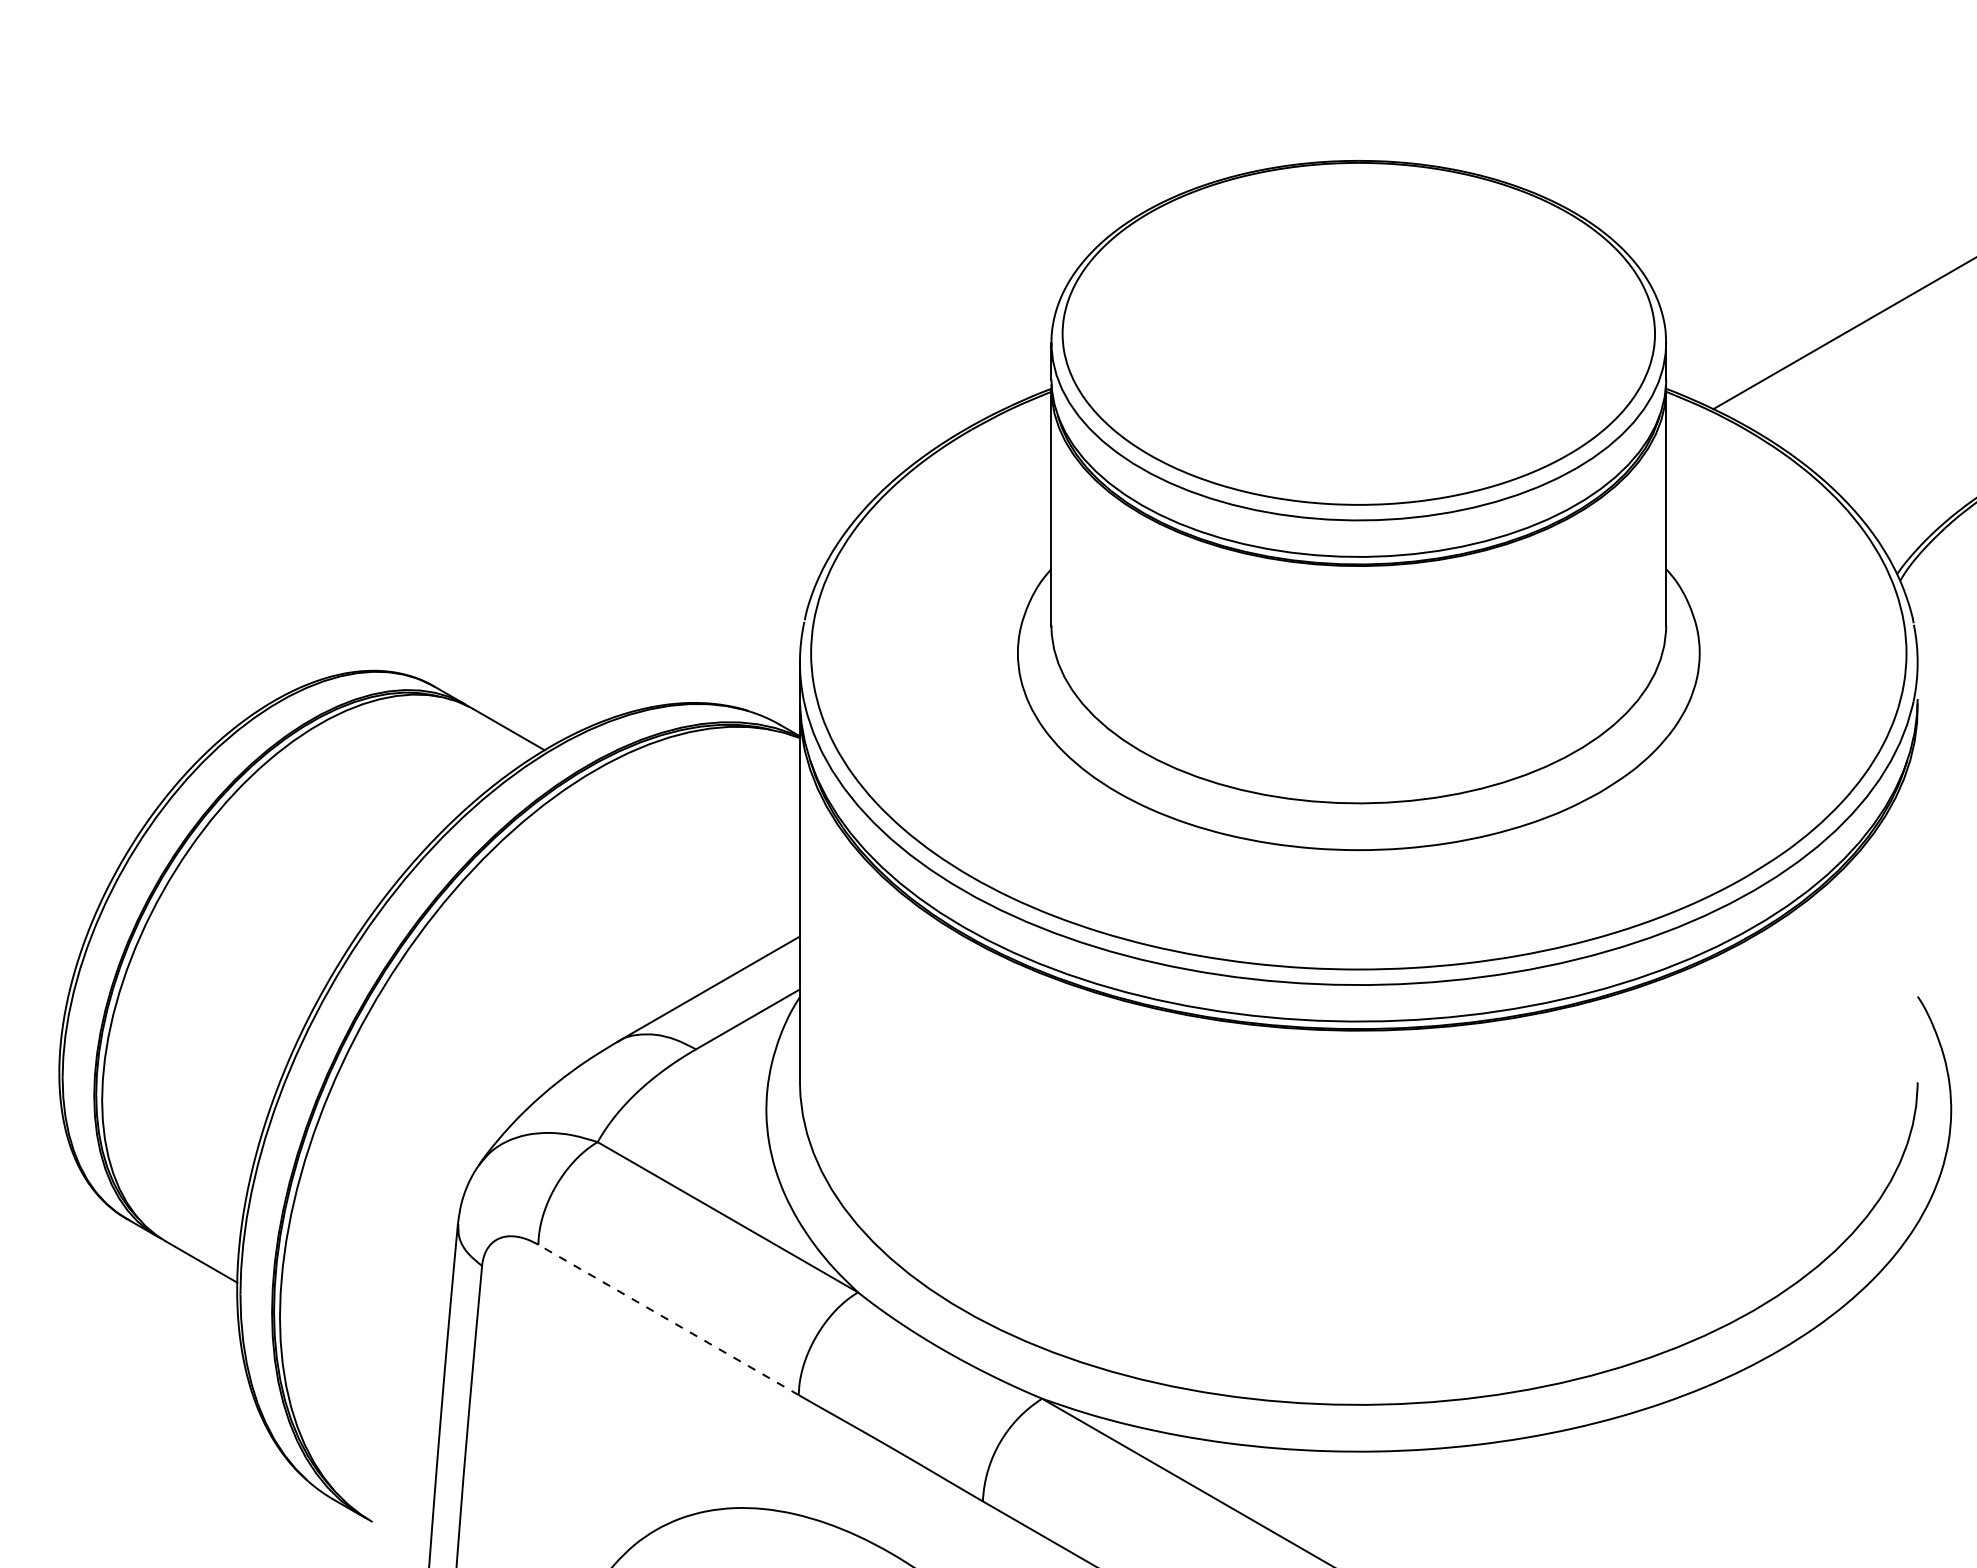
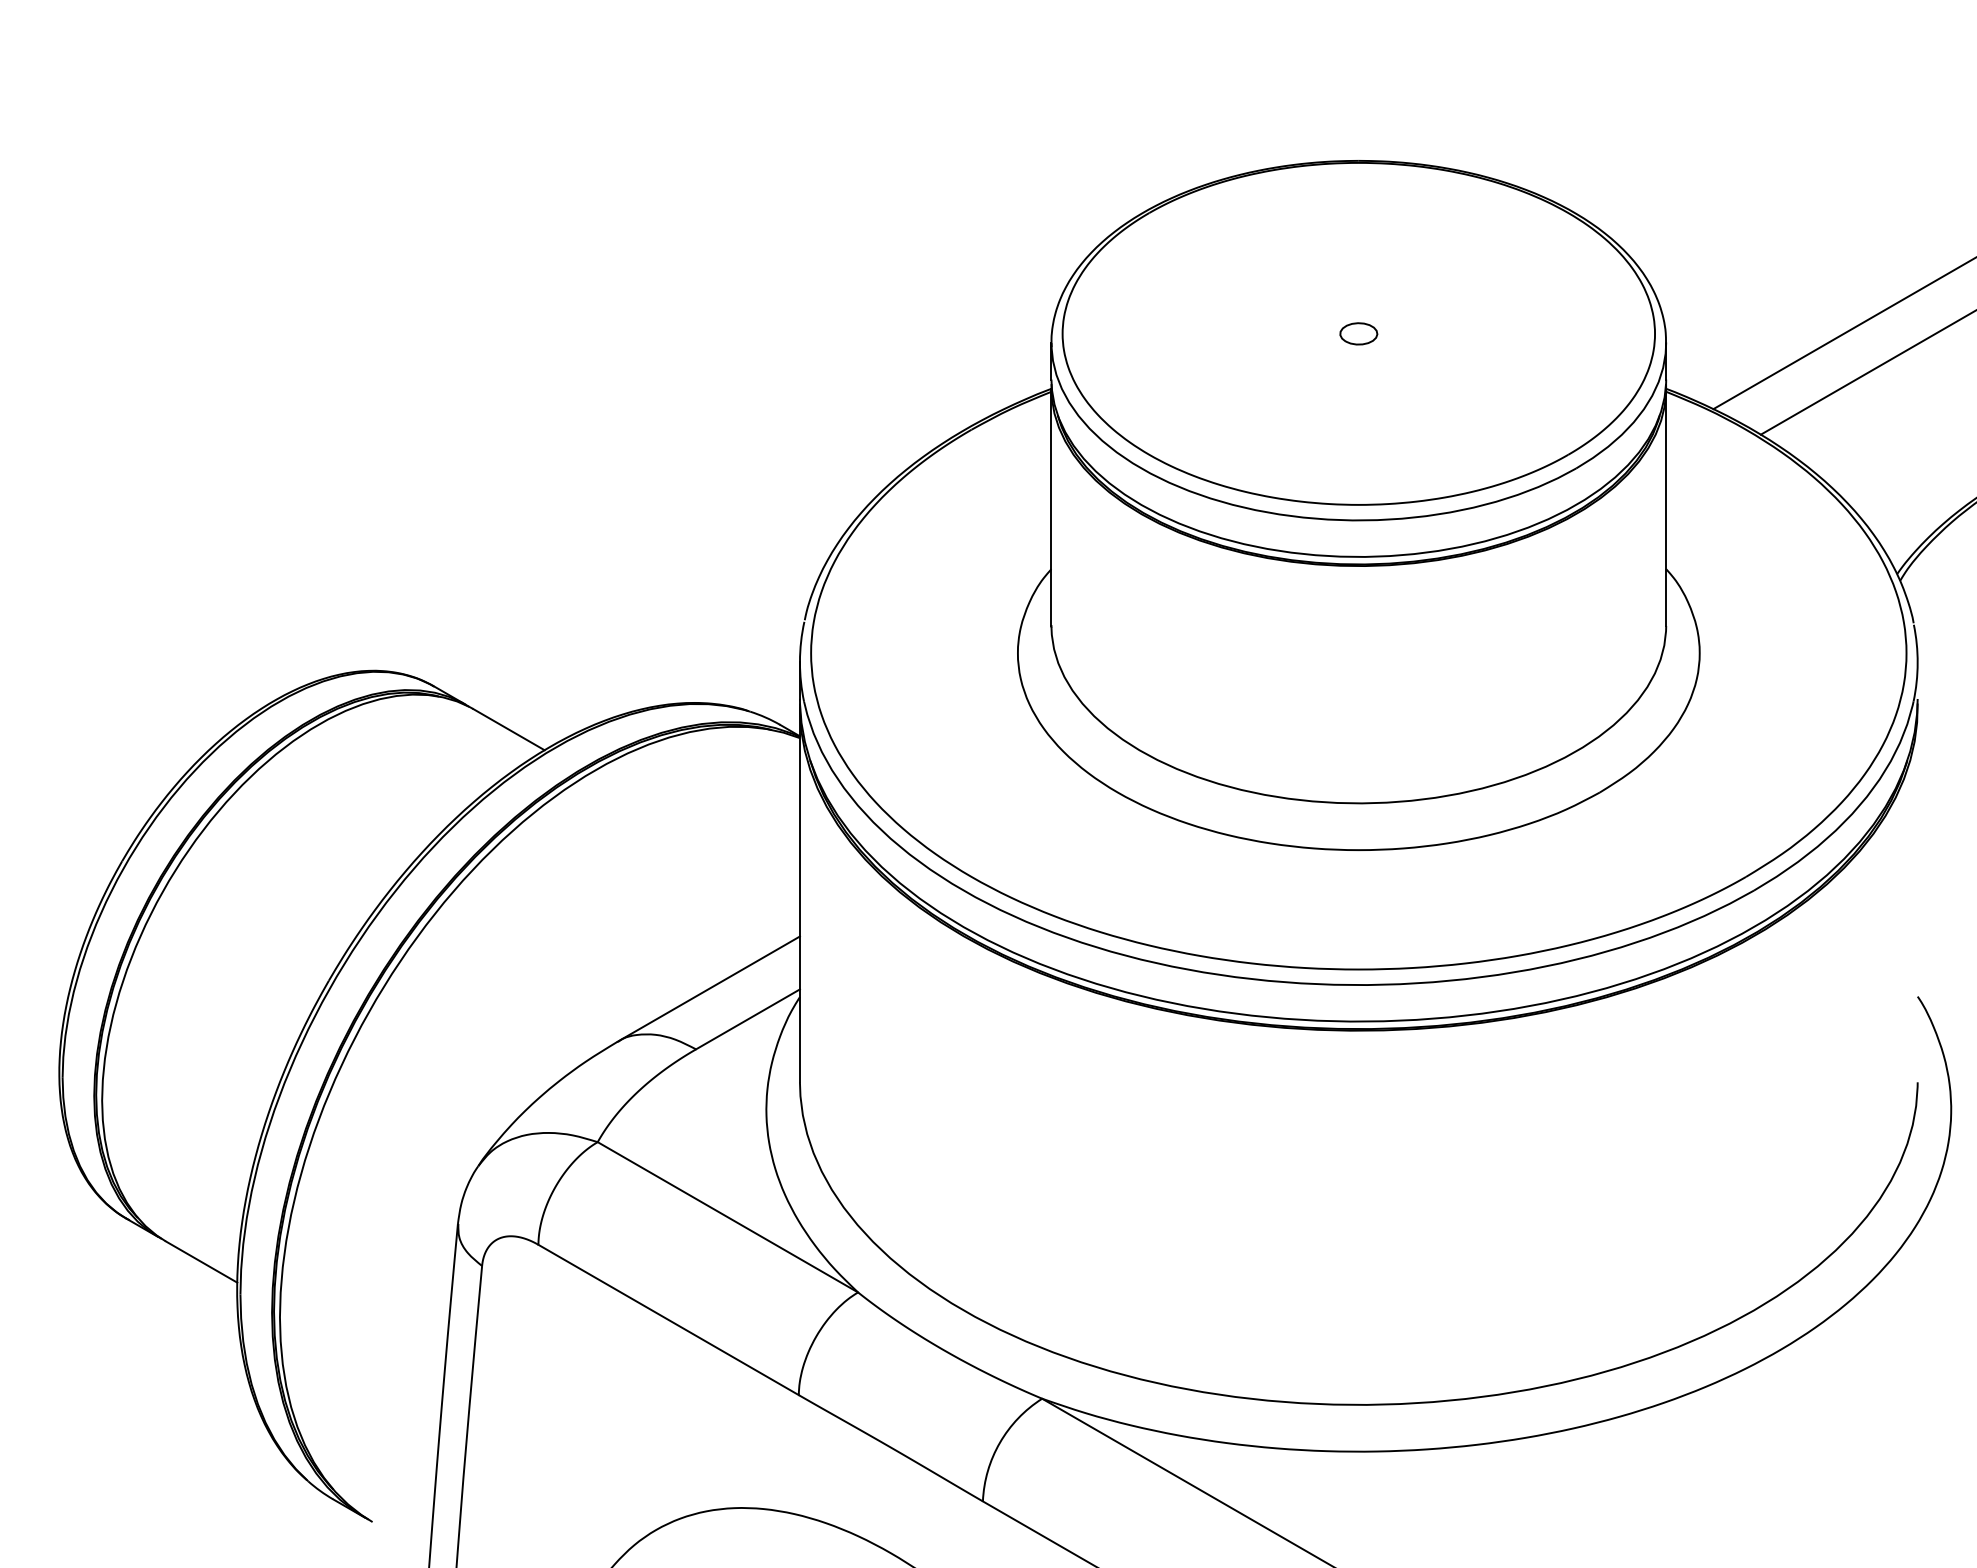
part at (1358, 333): none -> present
line at (1866, 372): none -> present
line at (668, 1319): dashed -> solid
